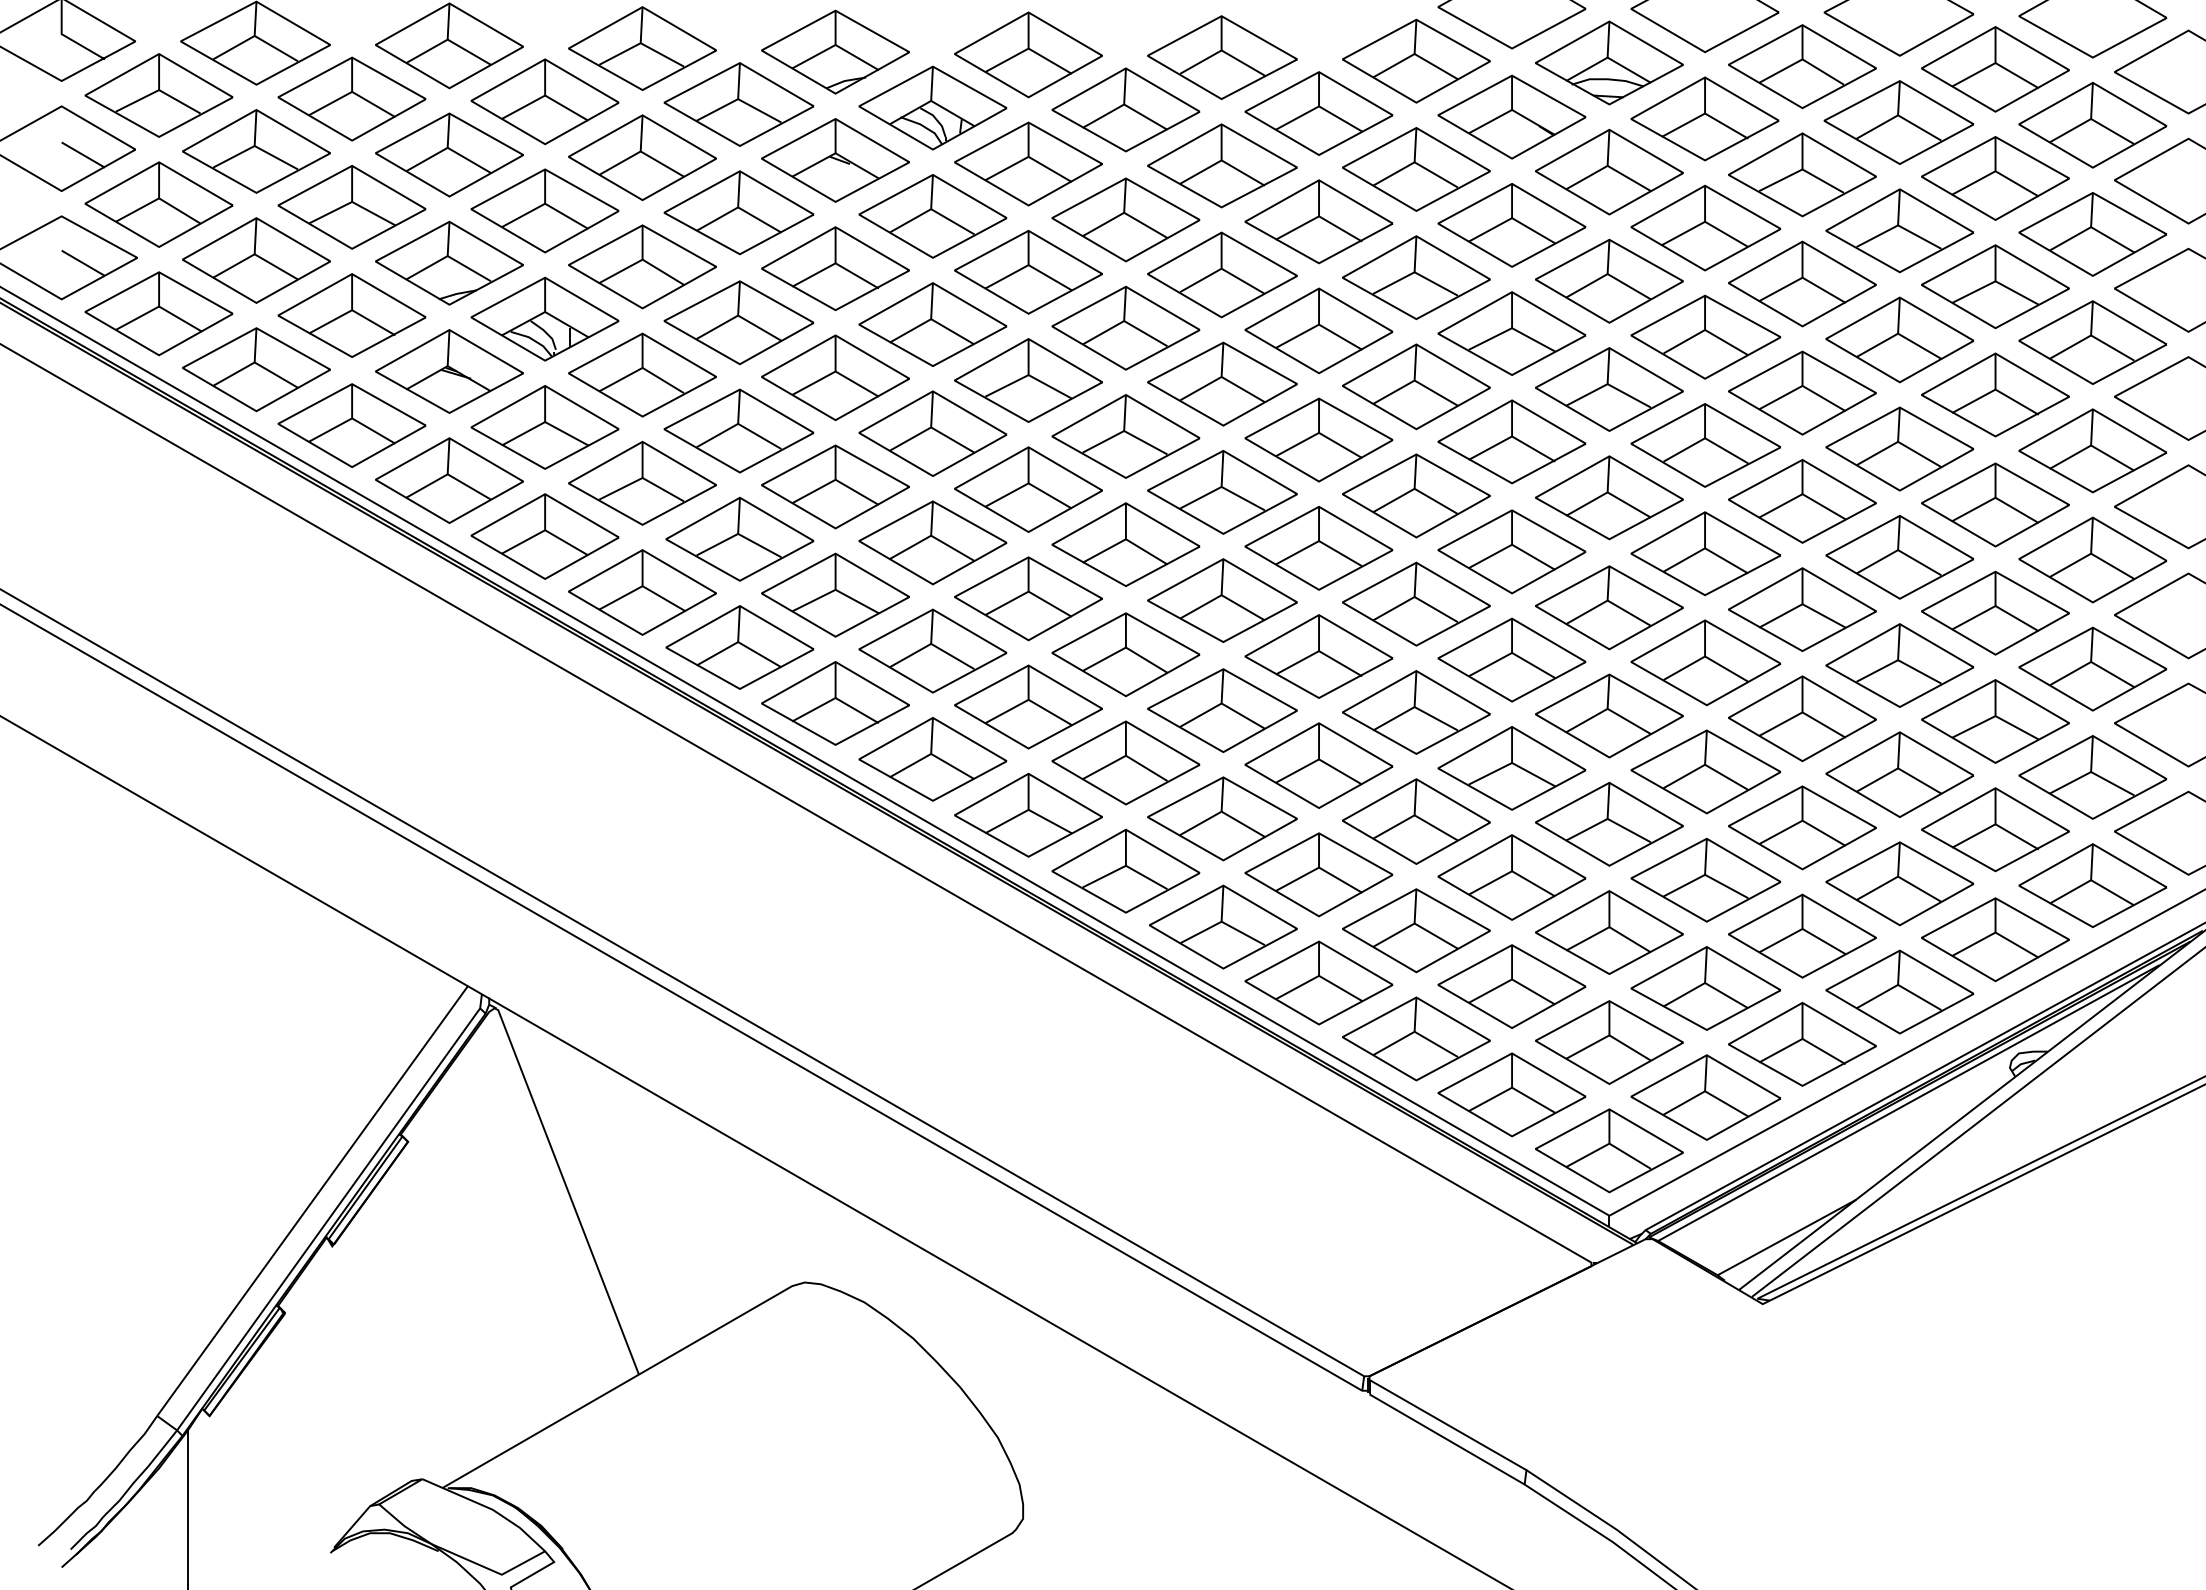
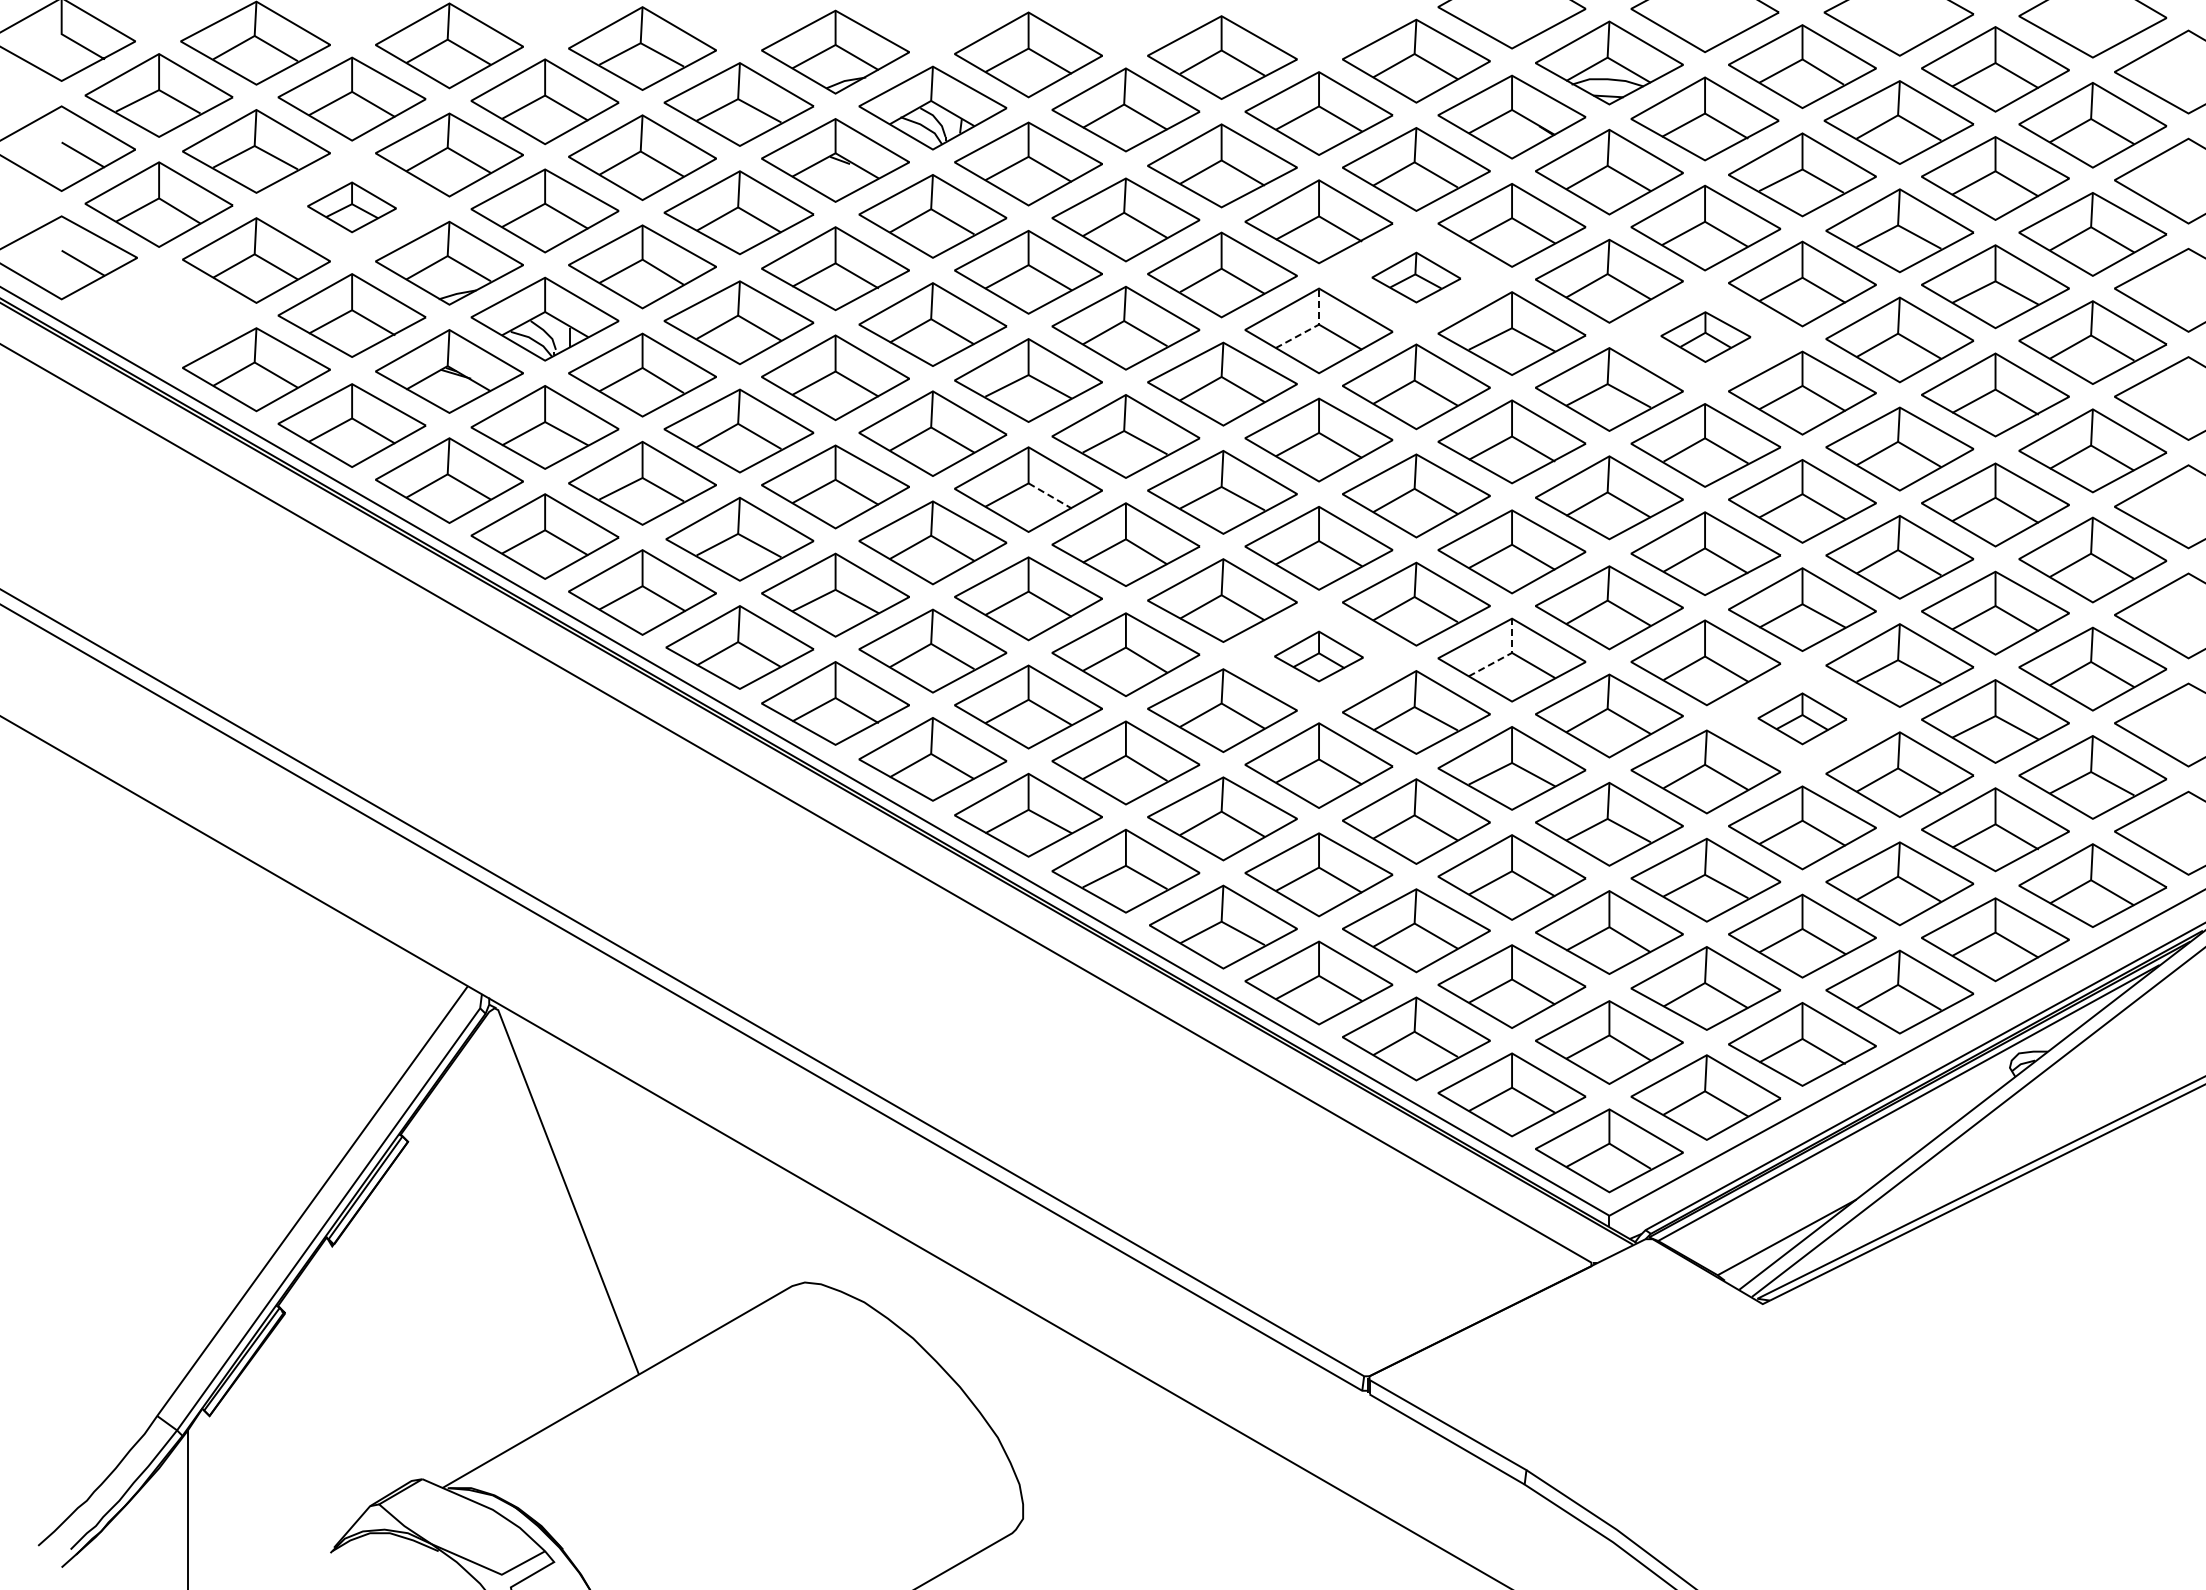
part at (351, 207) size: 150x85 px -> 90x53 px
part at (1416, 277) size: 149x85 px -> 90x53 px
part at (158, 313): present -> none
line at (1313, 327): solid -> dashed
part at (1705, 336) size: 152x86 px -> 92x52 px
line at (1050, 496): solid -> dashed
part at (1318, 656) size: 150x85 px -> 90x53 px
line at (1505, 656): solid -> dashed
part at (1802, 718) size: 149x88 px -> 91x54 px
